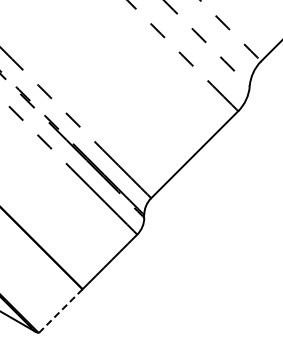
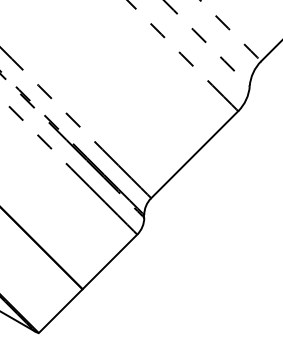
line at (60, 311): dashed -> solid
